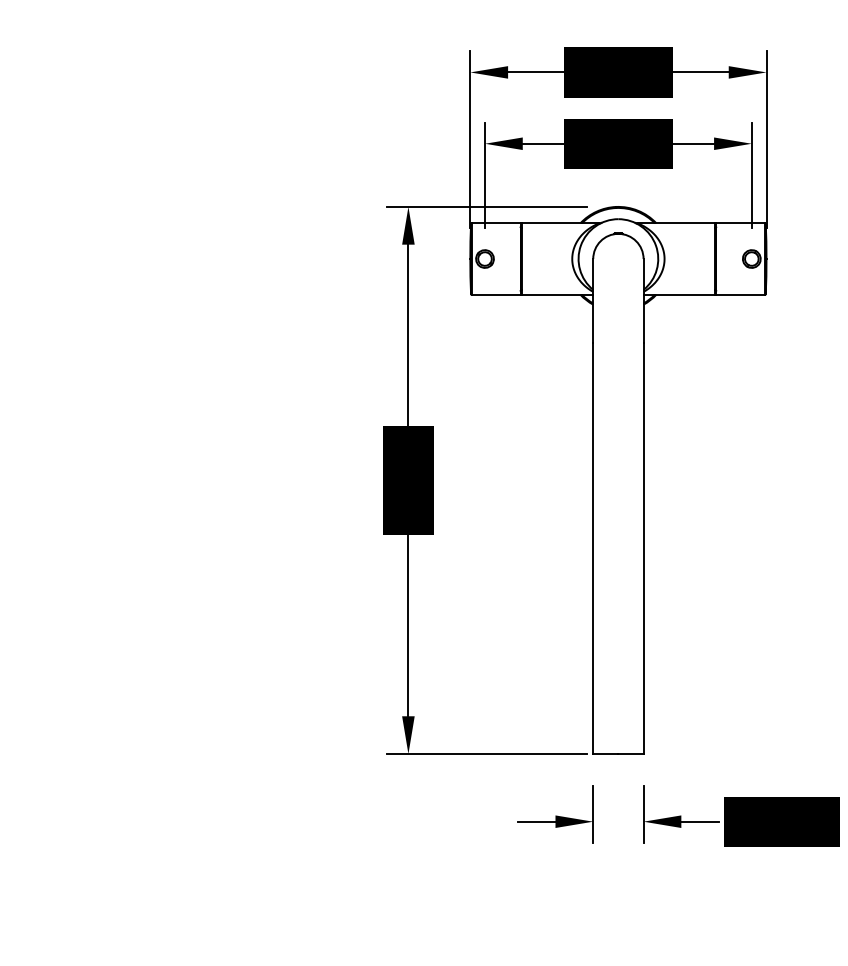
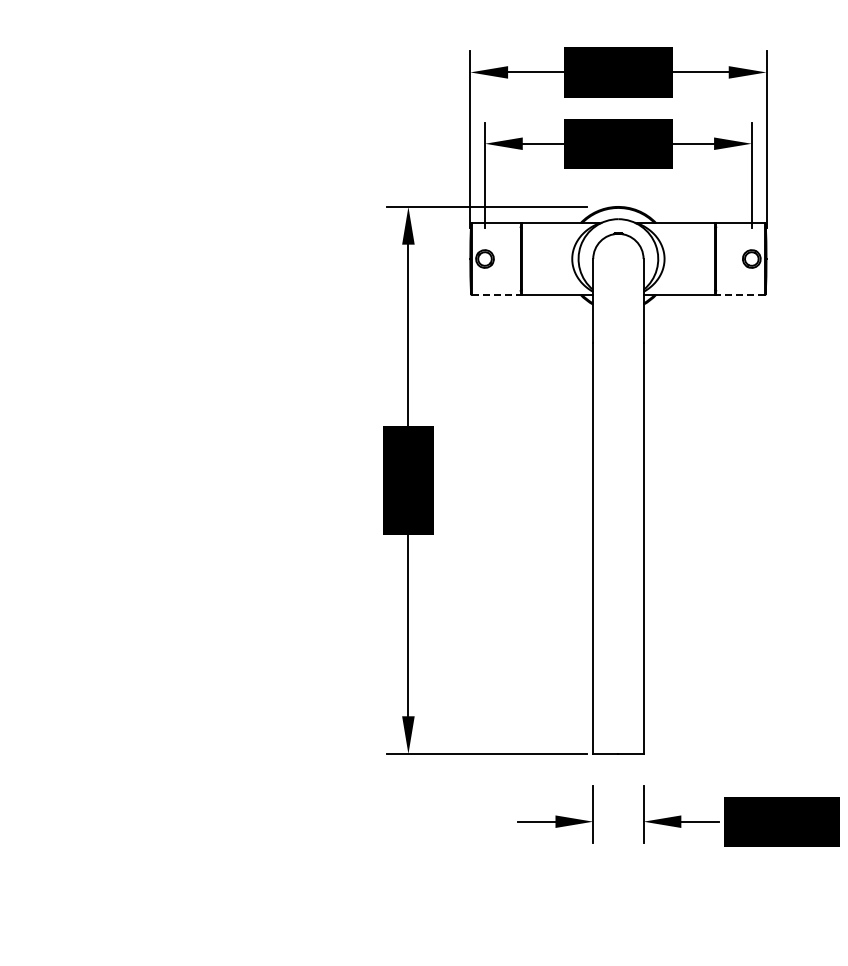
line at (496, 294): solid -> dashed
line at (740, 294): solid -> dashed
